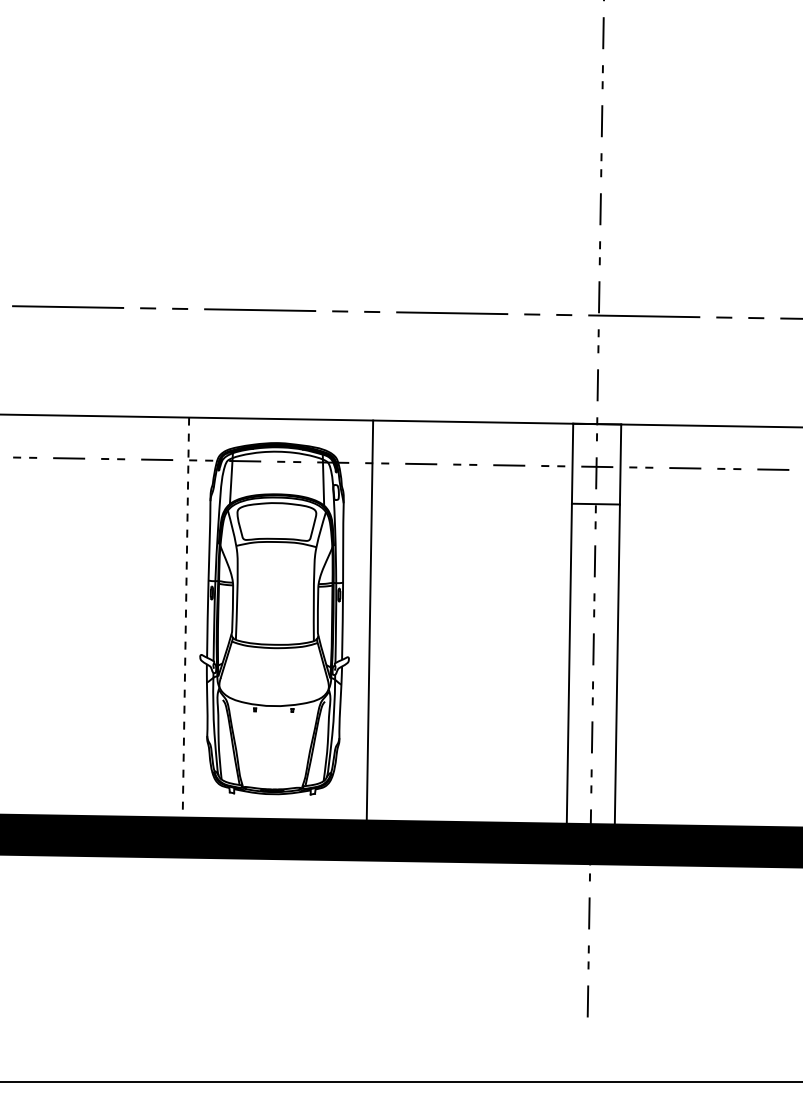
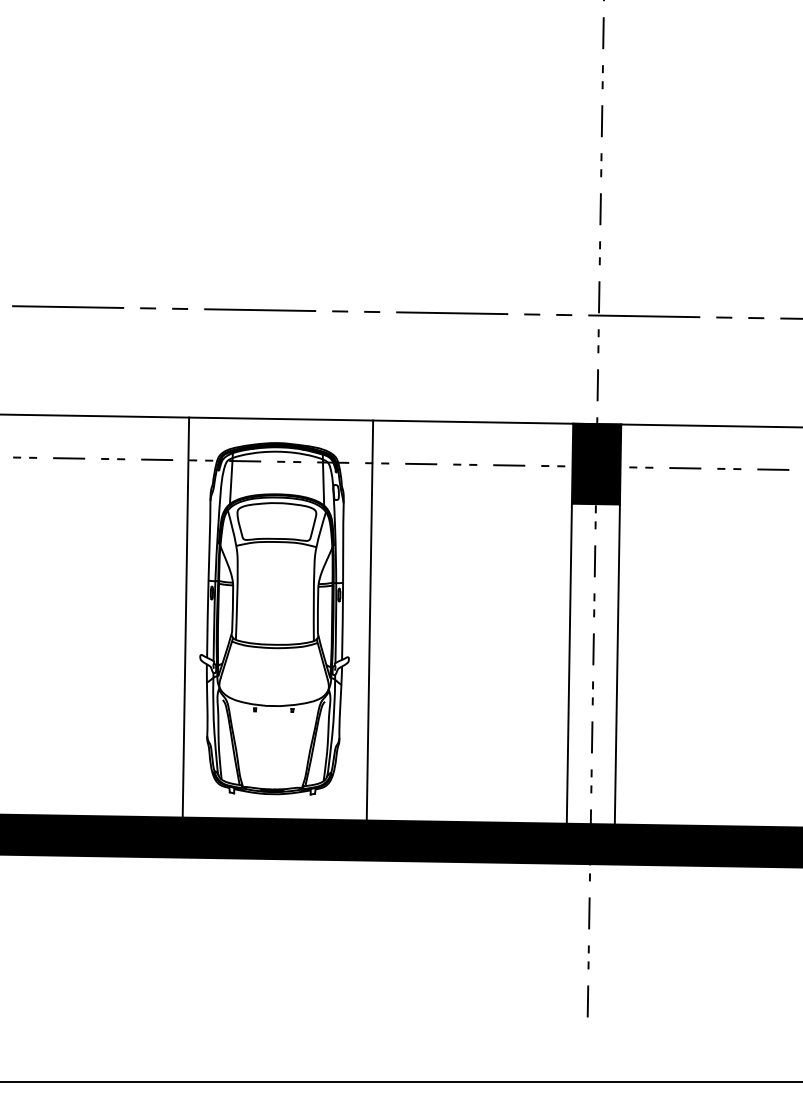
fill at (596, 463): none -> present
line at (185, 618): dashed -> solid
